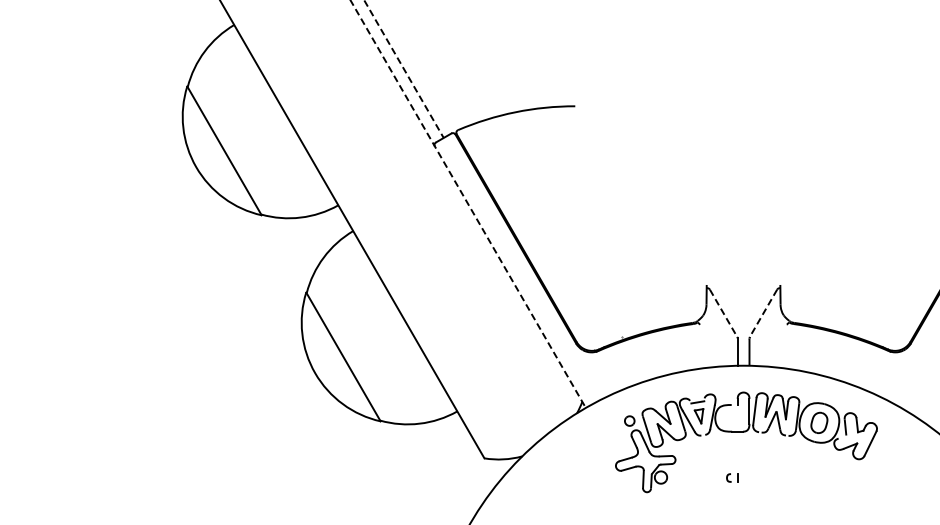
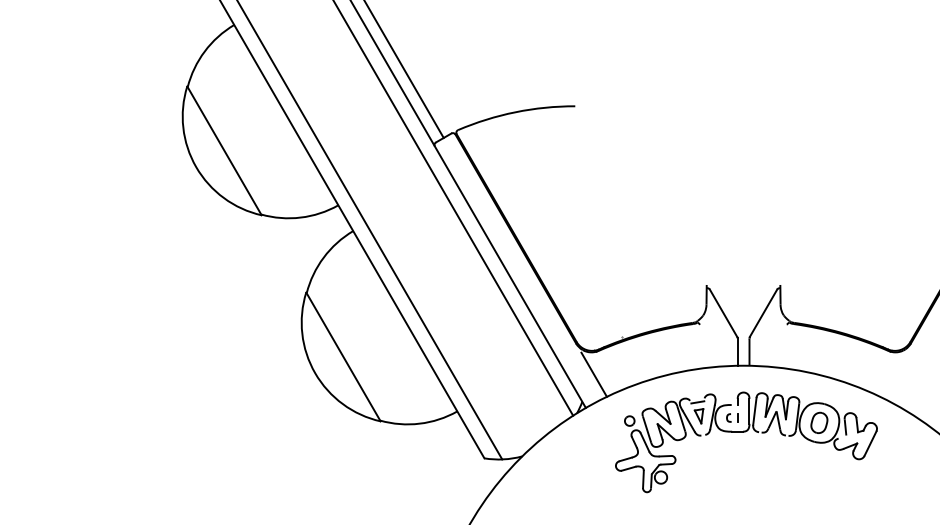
line at (404, 69): dashed -> solid
line at (468, 204): dashed -> solid
line at (453, 208): none -> present
line at (370, 230): none -> present
line at (723, 313): dashed -> solid
line at (763, 313): dashed -> solid
line at (593, 374): none -> present
part at (732, 477) position: (732, 477) -> (732, 417)
